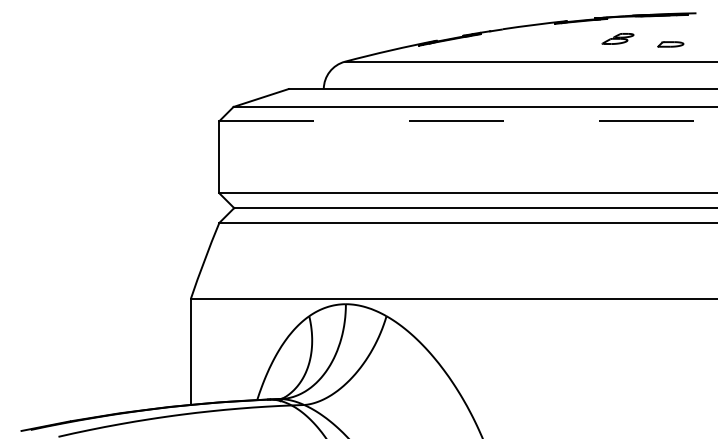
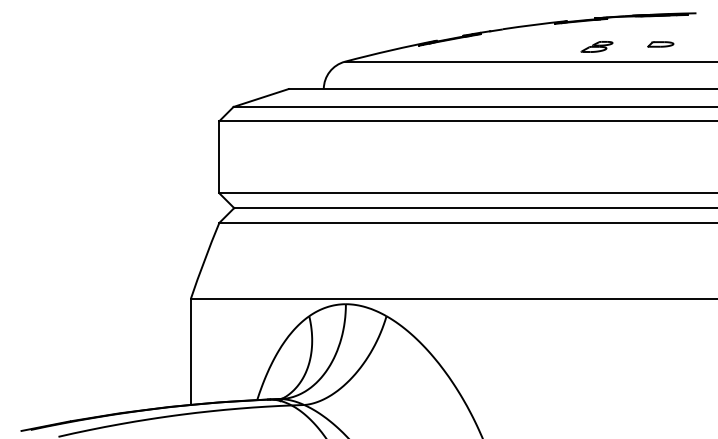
part at (617, 38) position: (617, 38) -> (596, 46)
part at (670, 44) position: (670, 44) -> (660, 44)
line at (468, 121): dashed -> solid
